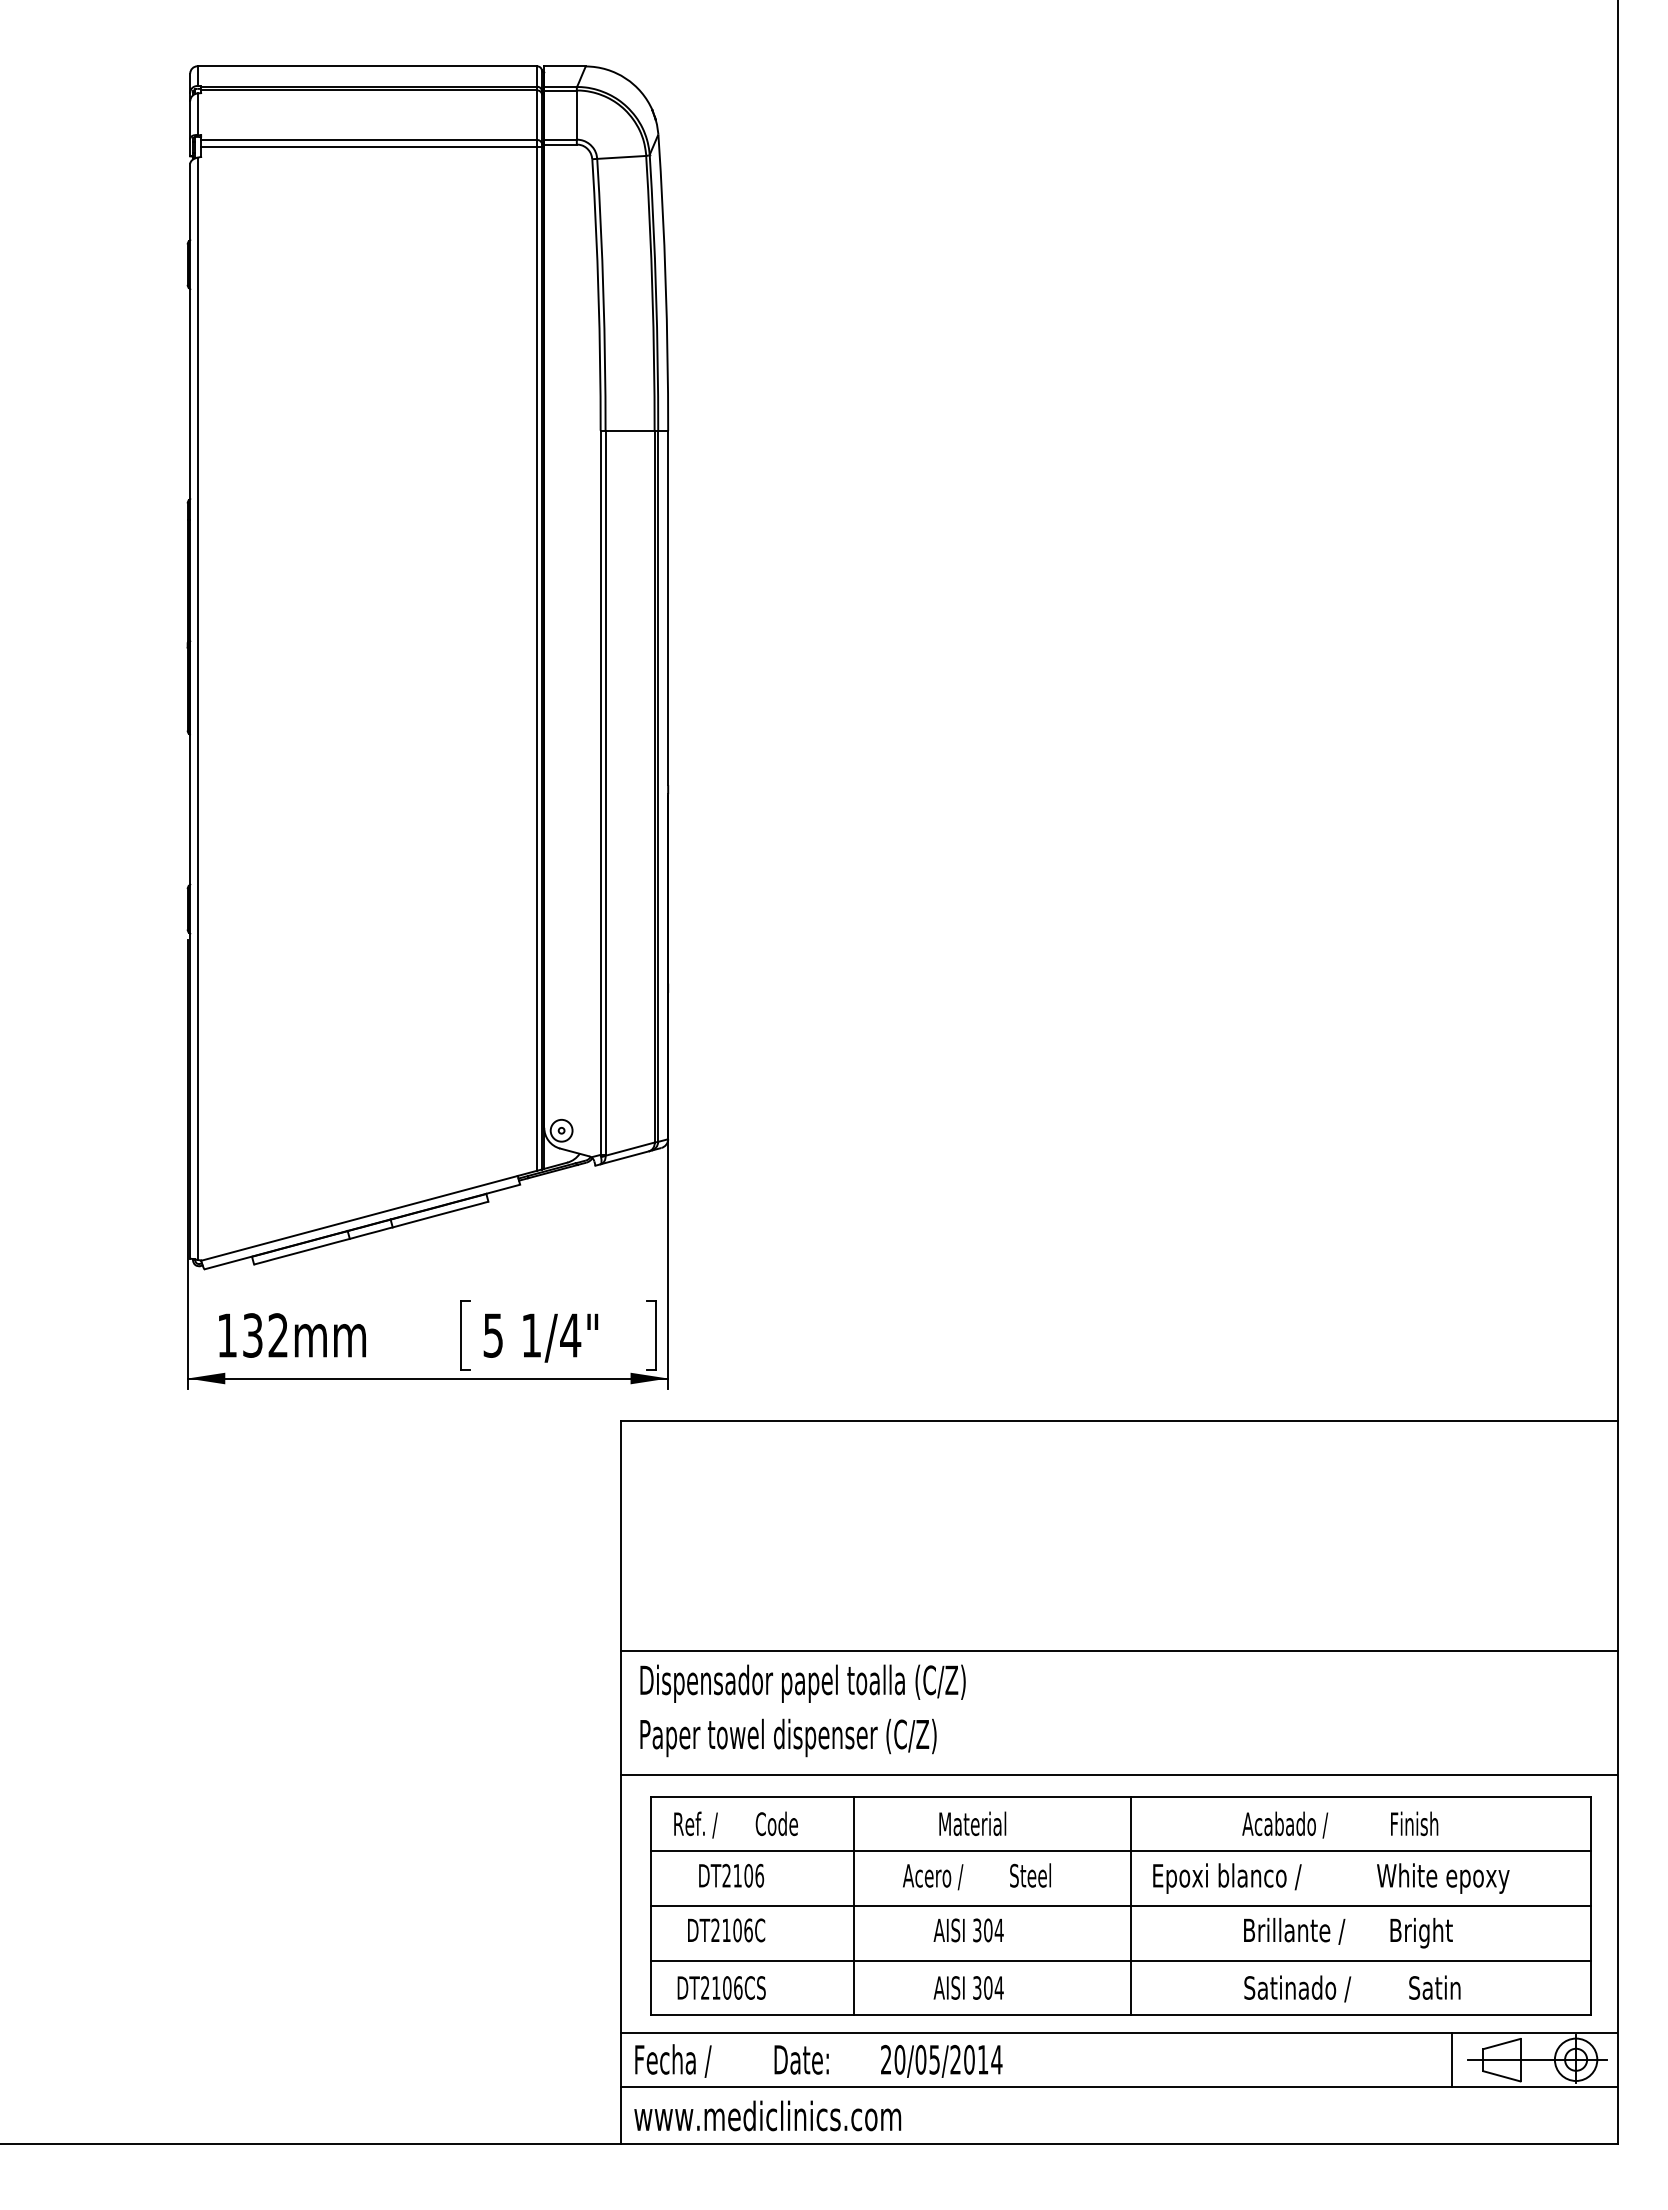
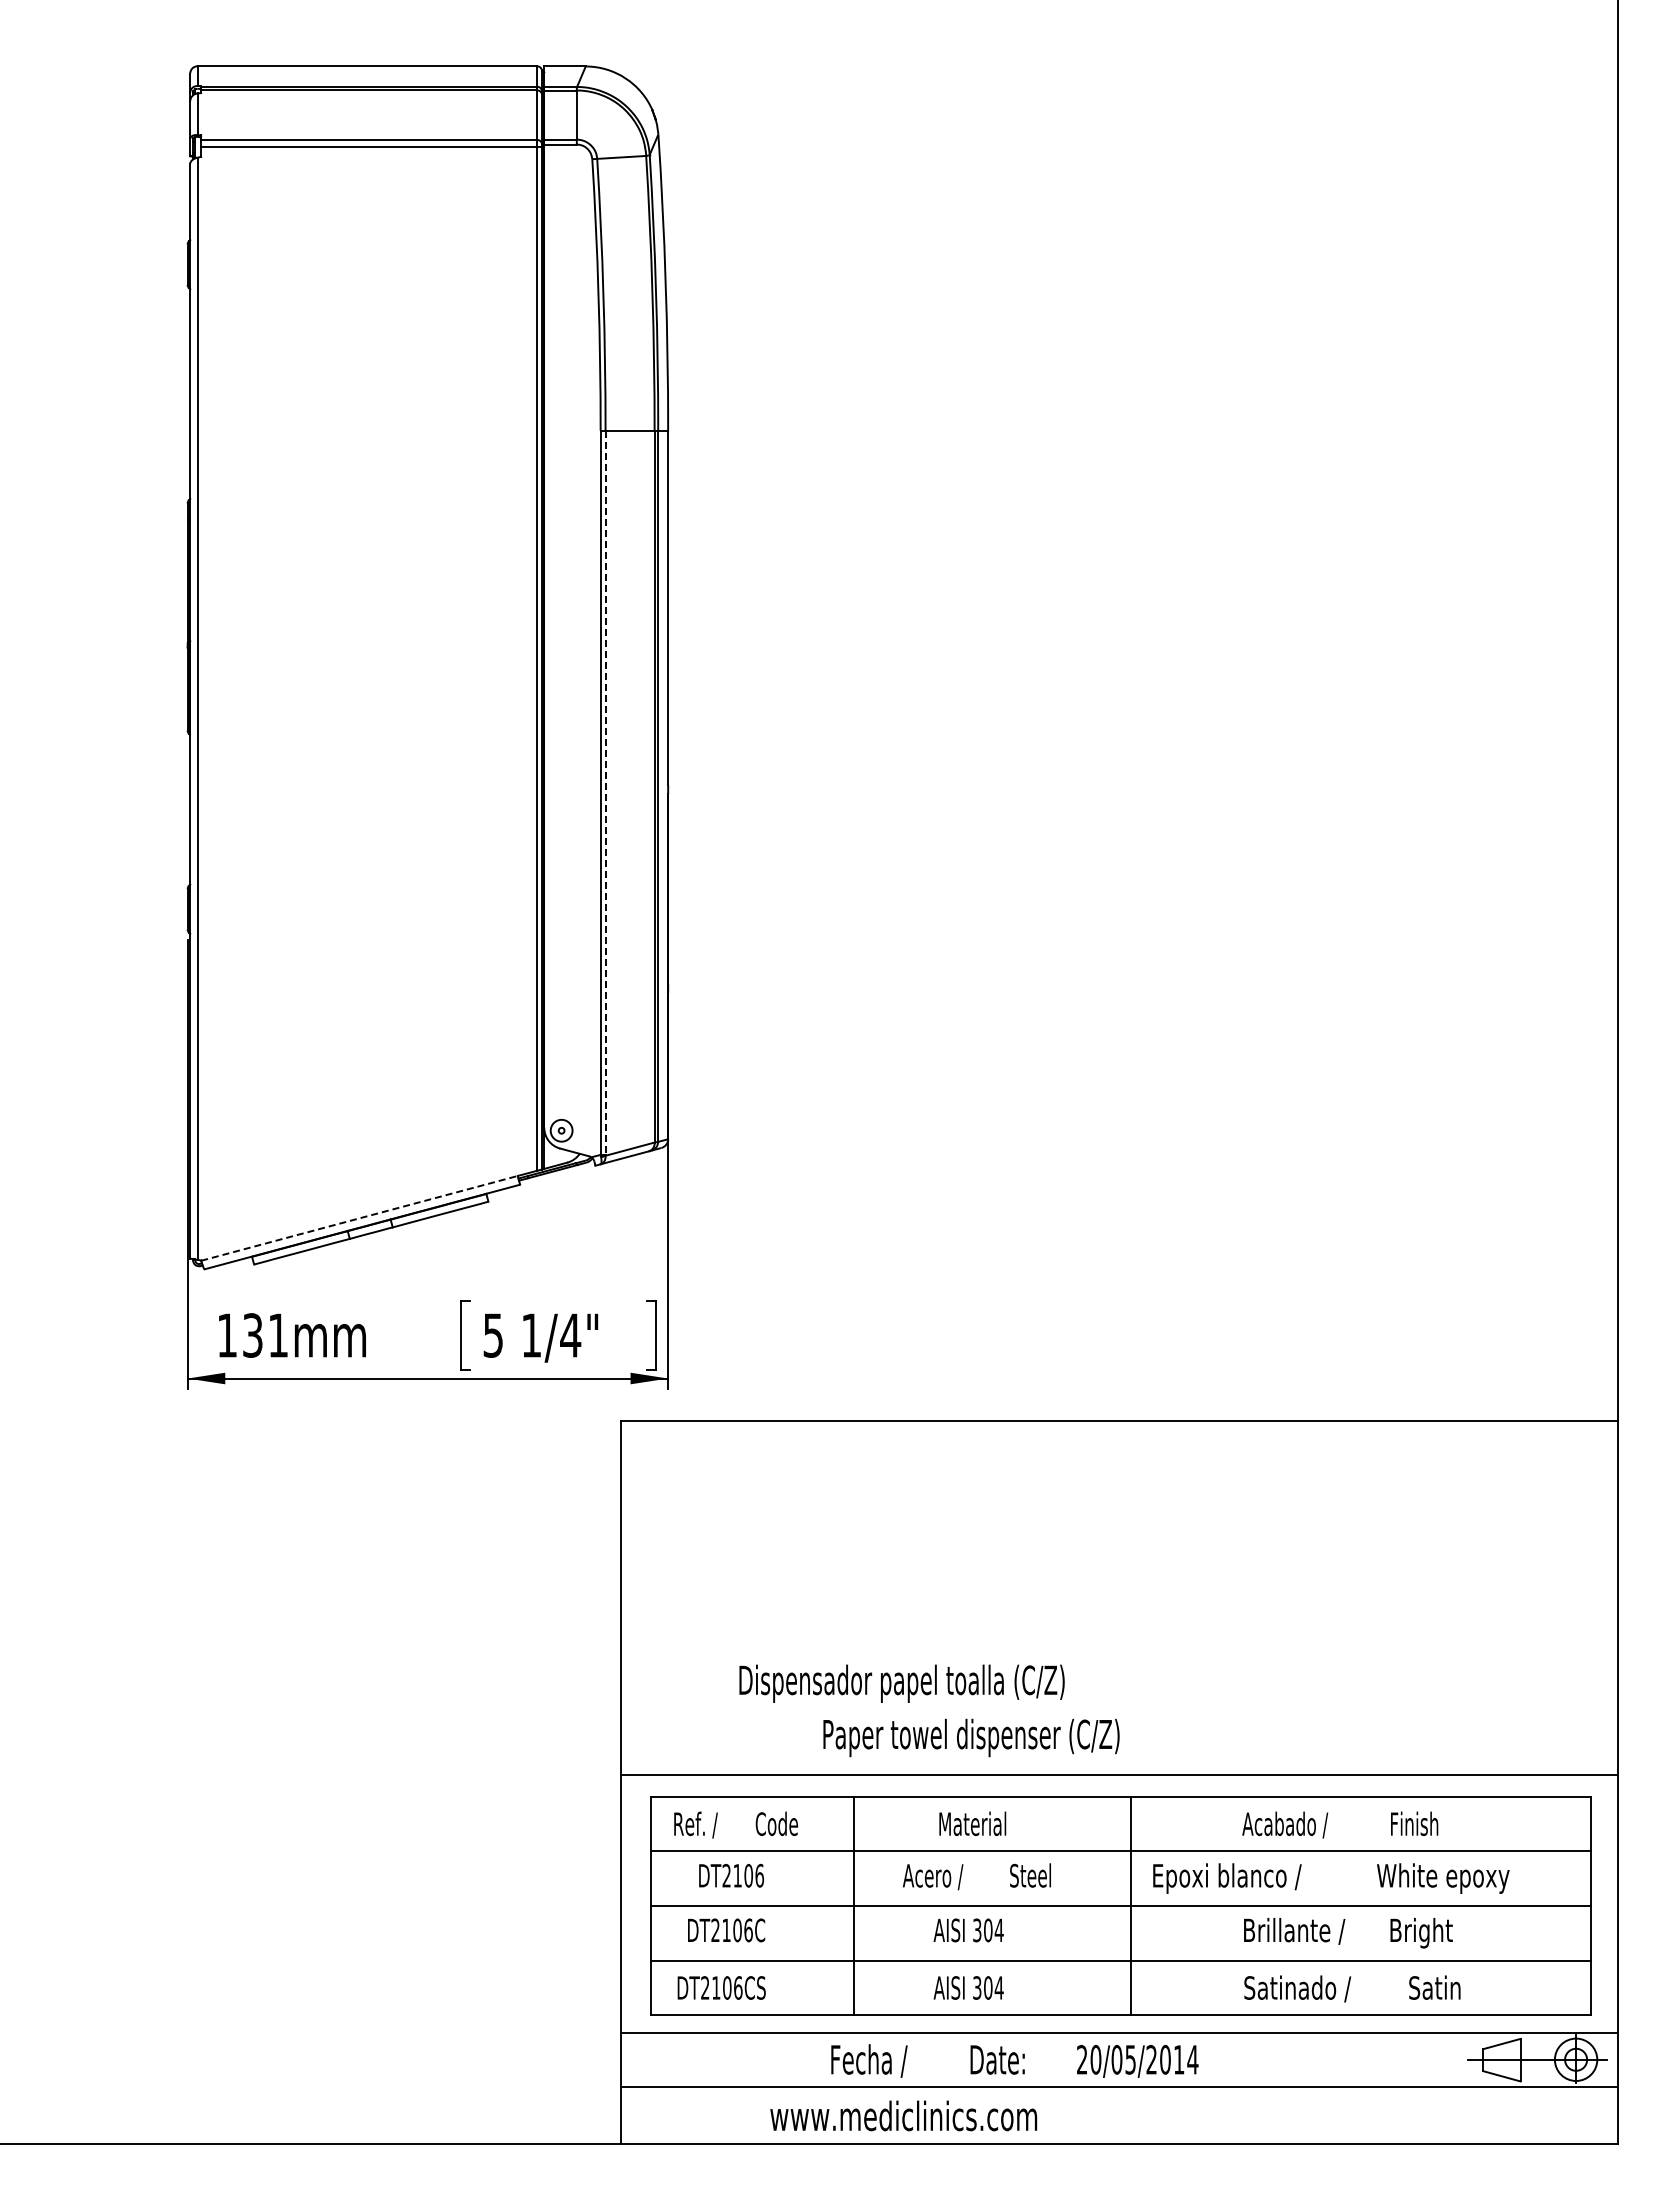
line at (605, 793): solid -> dashed
line at (359, 1218): solid -> dashed
text at (277, 1335): 132mm -> 131mm
line at (1118, 1650): present -> none
text at (802, 1683) position: (802, 1683) -> (901, 1683)
text at (788, 1737) position: (788, 1737) -> (971, 1737)
line at (1451, 2059): present -> none
text at (818, 2060) position: (818, 2060) -> (1014, 2060)
text at (767, 2115) position: (767, 2115) -> (903, 2115)
